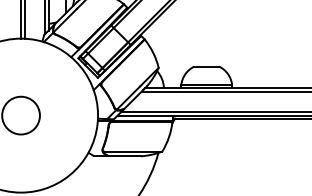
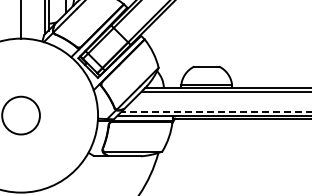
line at (24, 20): present -> none
line at (216, 111): solid -> dashed
